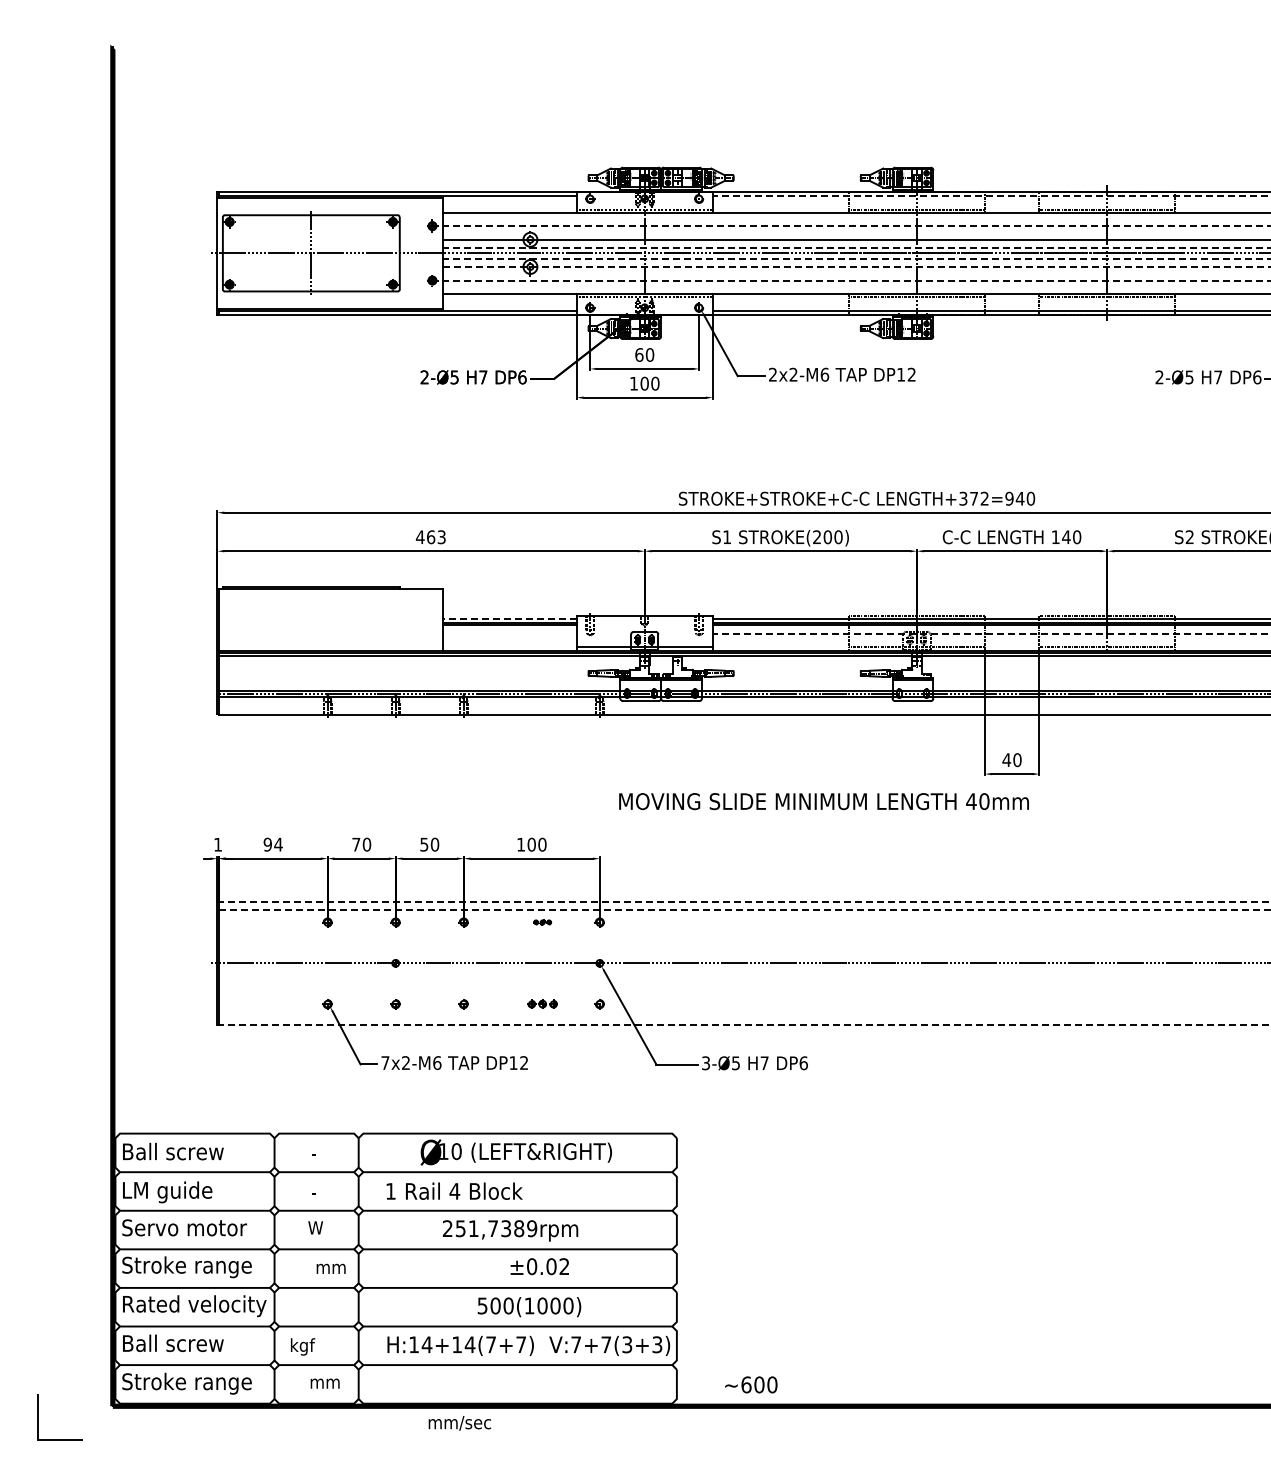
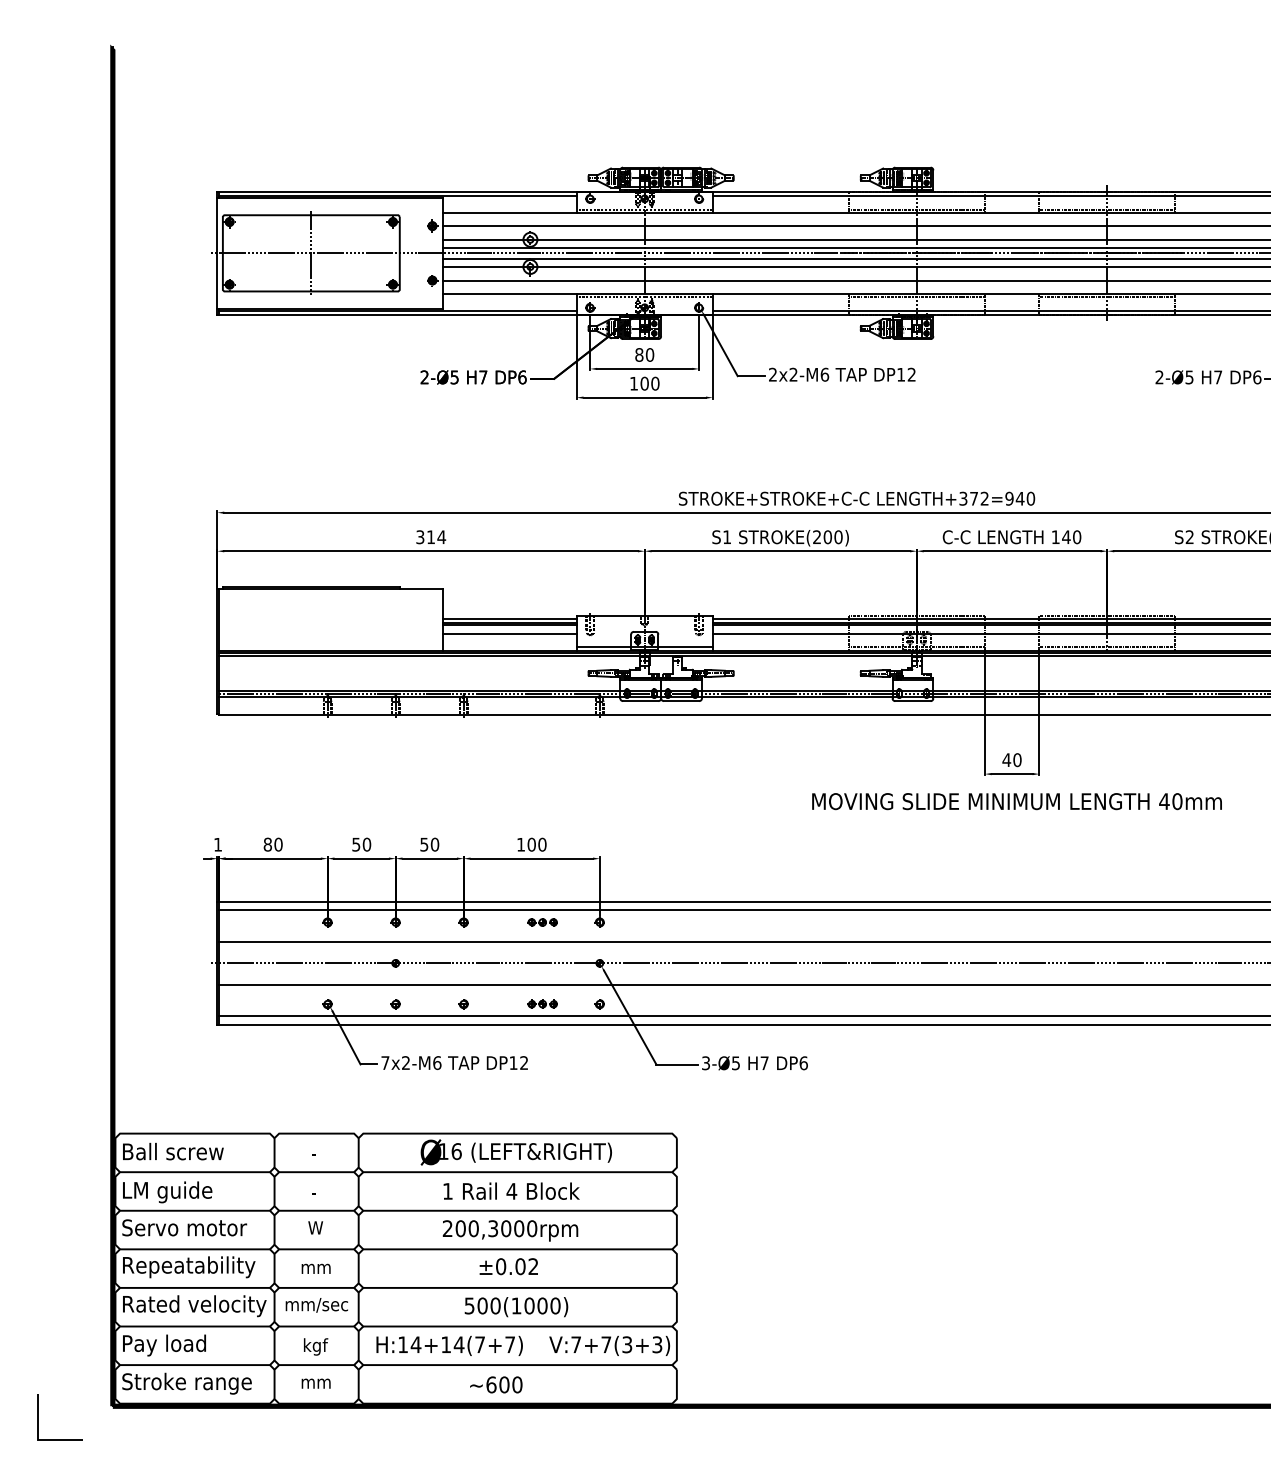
line at (991, 196): dashed -> solid
line at (856, 226): dashed -> solid
line at (856, 247): dashed -> solid
line at (856, 258): dashed -> solid
line at (857, 266): dashed -> solid
line at (856, 280): dashed -> solid
text at (639, 354): 60 -> 80
text at (430, 537): 463 -> 314
line at (510, 618): dashed -> solid
line at (509, 634): none -> present
line at (991, 634): dashed -> solid
text at (823, 801) position: (823, 801) -> (1016, 801)
text at (272, 844): 94 -> 80
text at (356, 844): 70 -> 50
line at (744, 902): dashed -> solid
line at (744, 910): dashed -> solid
part at (542, 922) size: 20x7 px -> 31x9 px
line at (742, 941): none -> present
line at (742, 985): none -> present
line at (742, 1016): none -> present
line at (744, 1024): dashed -> solid
text at (456, 1151): 10 -> 16
text at (454, 1190) position: (454, 1190) -> (511, 1190)
text at (496, 1228): 251,7389rpm -> 200,3000rpm
text at (539, 1266) position: (539, 1266) -> (508, 1266)
text at (188, 1267): Stroke range -> Repeatability
text at (330, 1268) position: (330, 1268) -> (315, 1268)
text at (529, 1307) position: (529, 1307) -> (516, 1307)
text at (174, 1345): Ball screw -> Pay load
text at (460, 1345) position: (460, 1345) -> (449, 1345)
text at (303, 1346) position: (303, 1346) -> (316, 1346)
text at (324, 1383) position: (324, 1383) -> (315, 1383)
text at (751, 1384) position: (751, 1384) -> (496, 1384)
text at (459, 1423) position: (459, 1423) -> (316, 1305)
